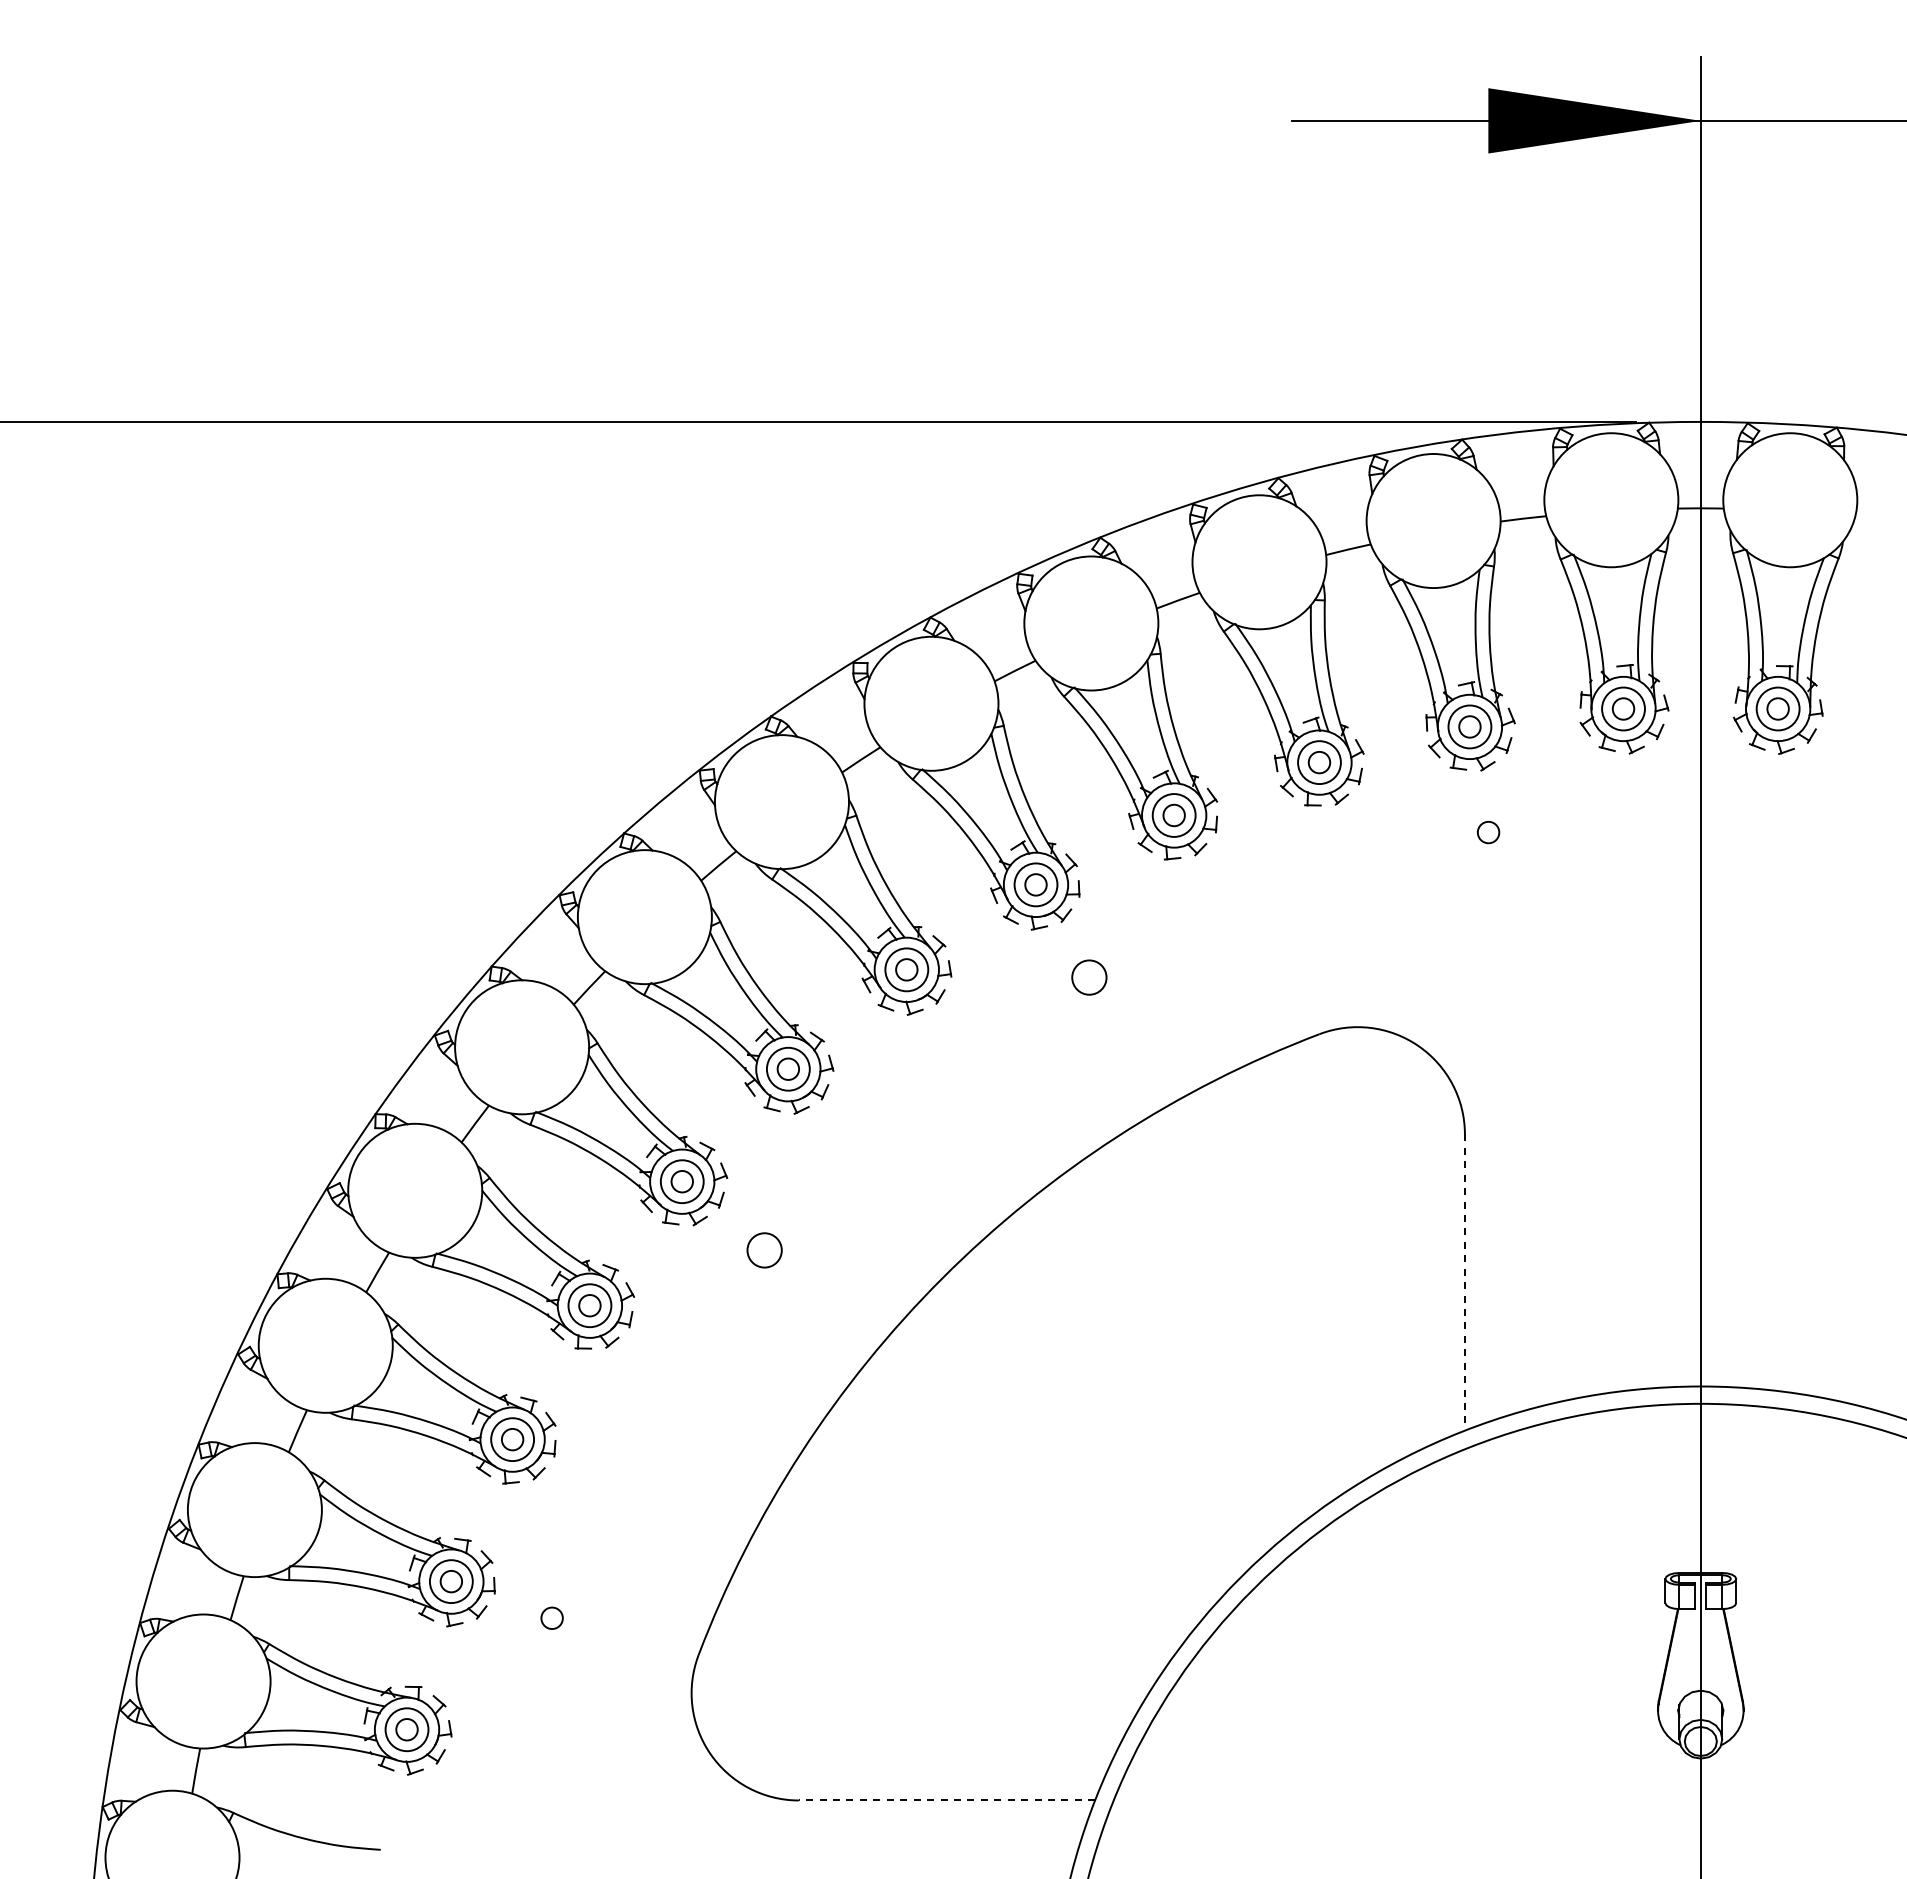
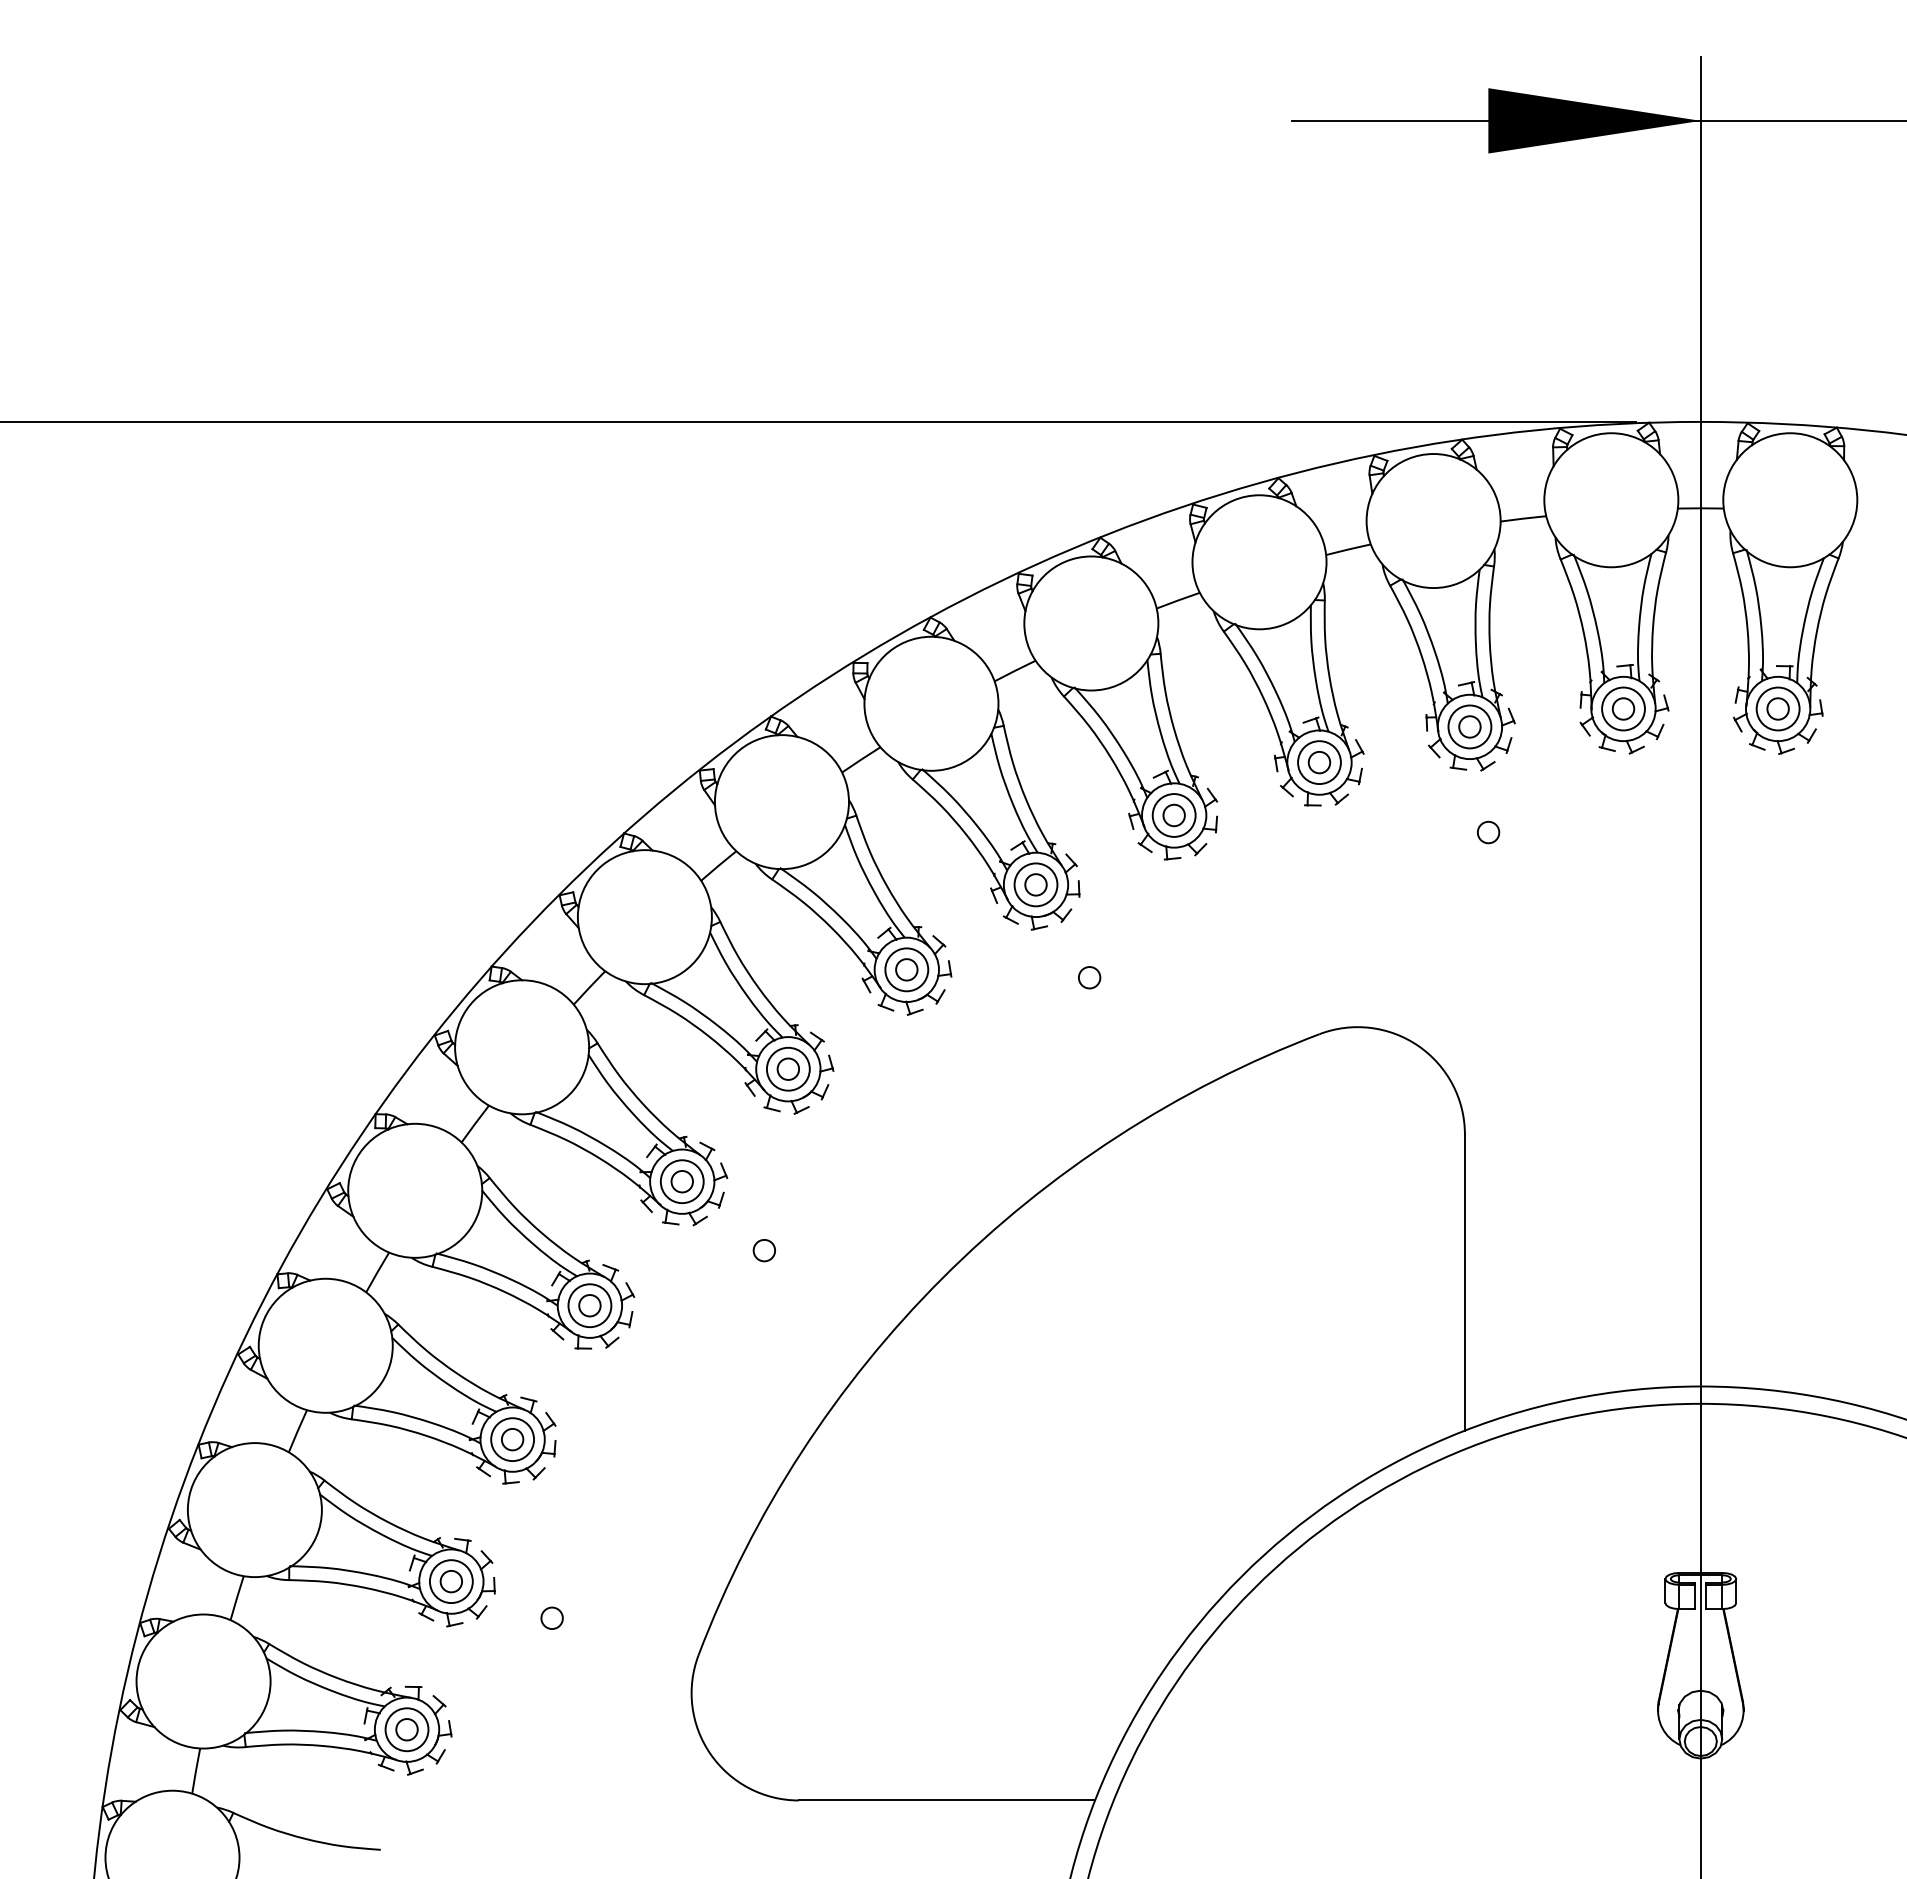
circle at (1089, 977) size: 37x37 px -> 24x24 px
circle at (764, 1250) size: 37x37 px -> 24x24 px
line at (1464, 1283): dashed -> solid
line at (946, 1800): dashed -> solid
